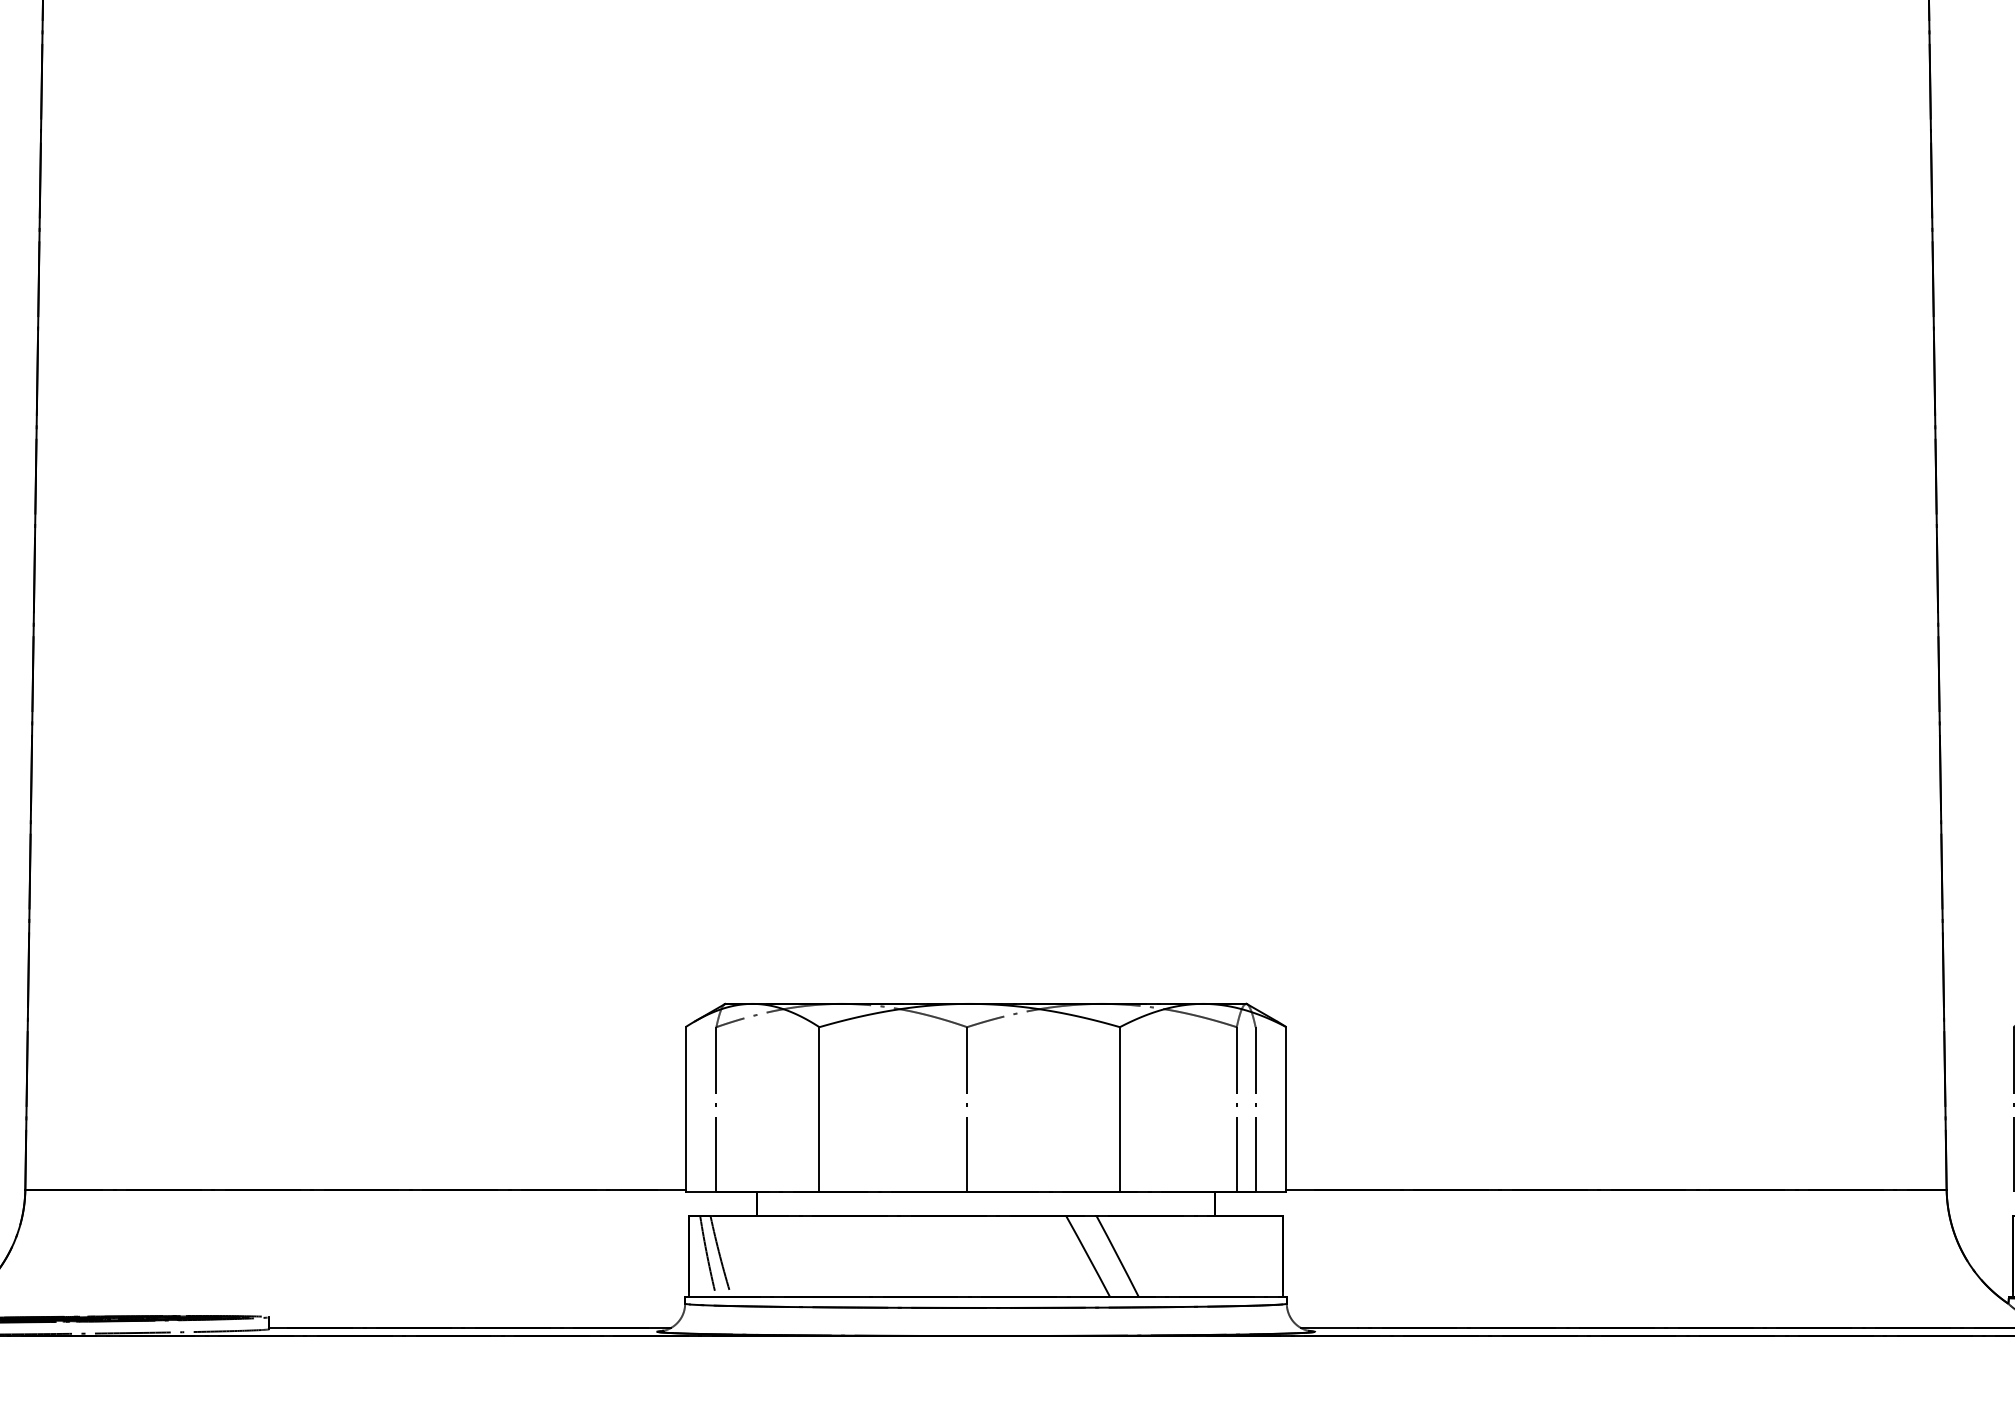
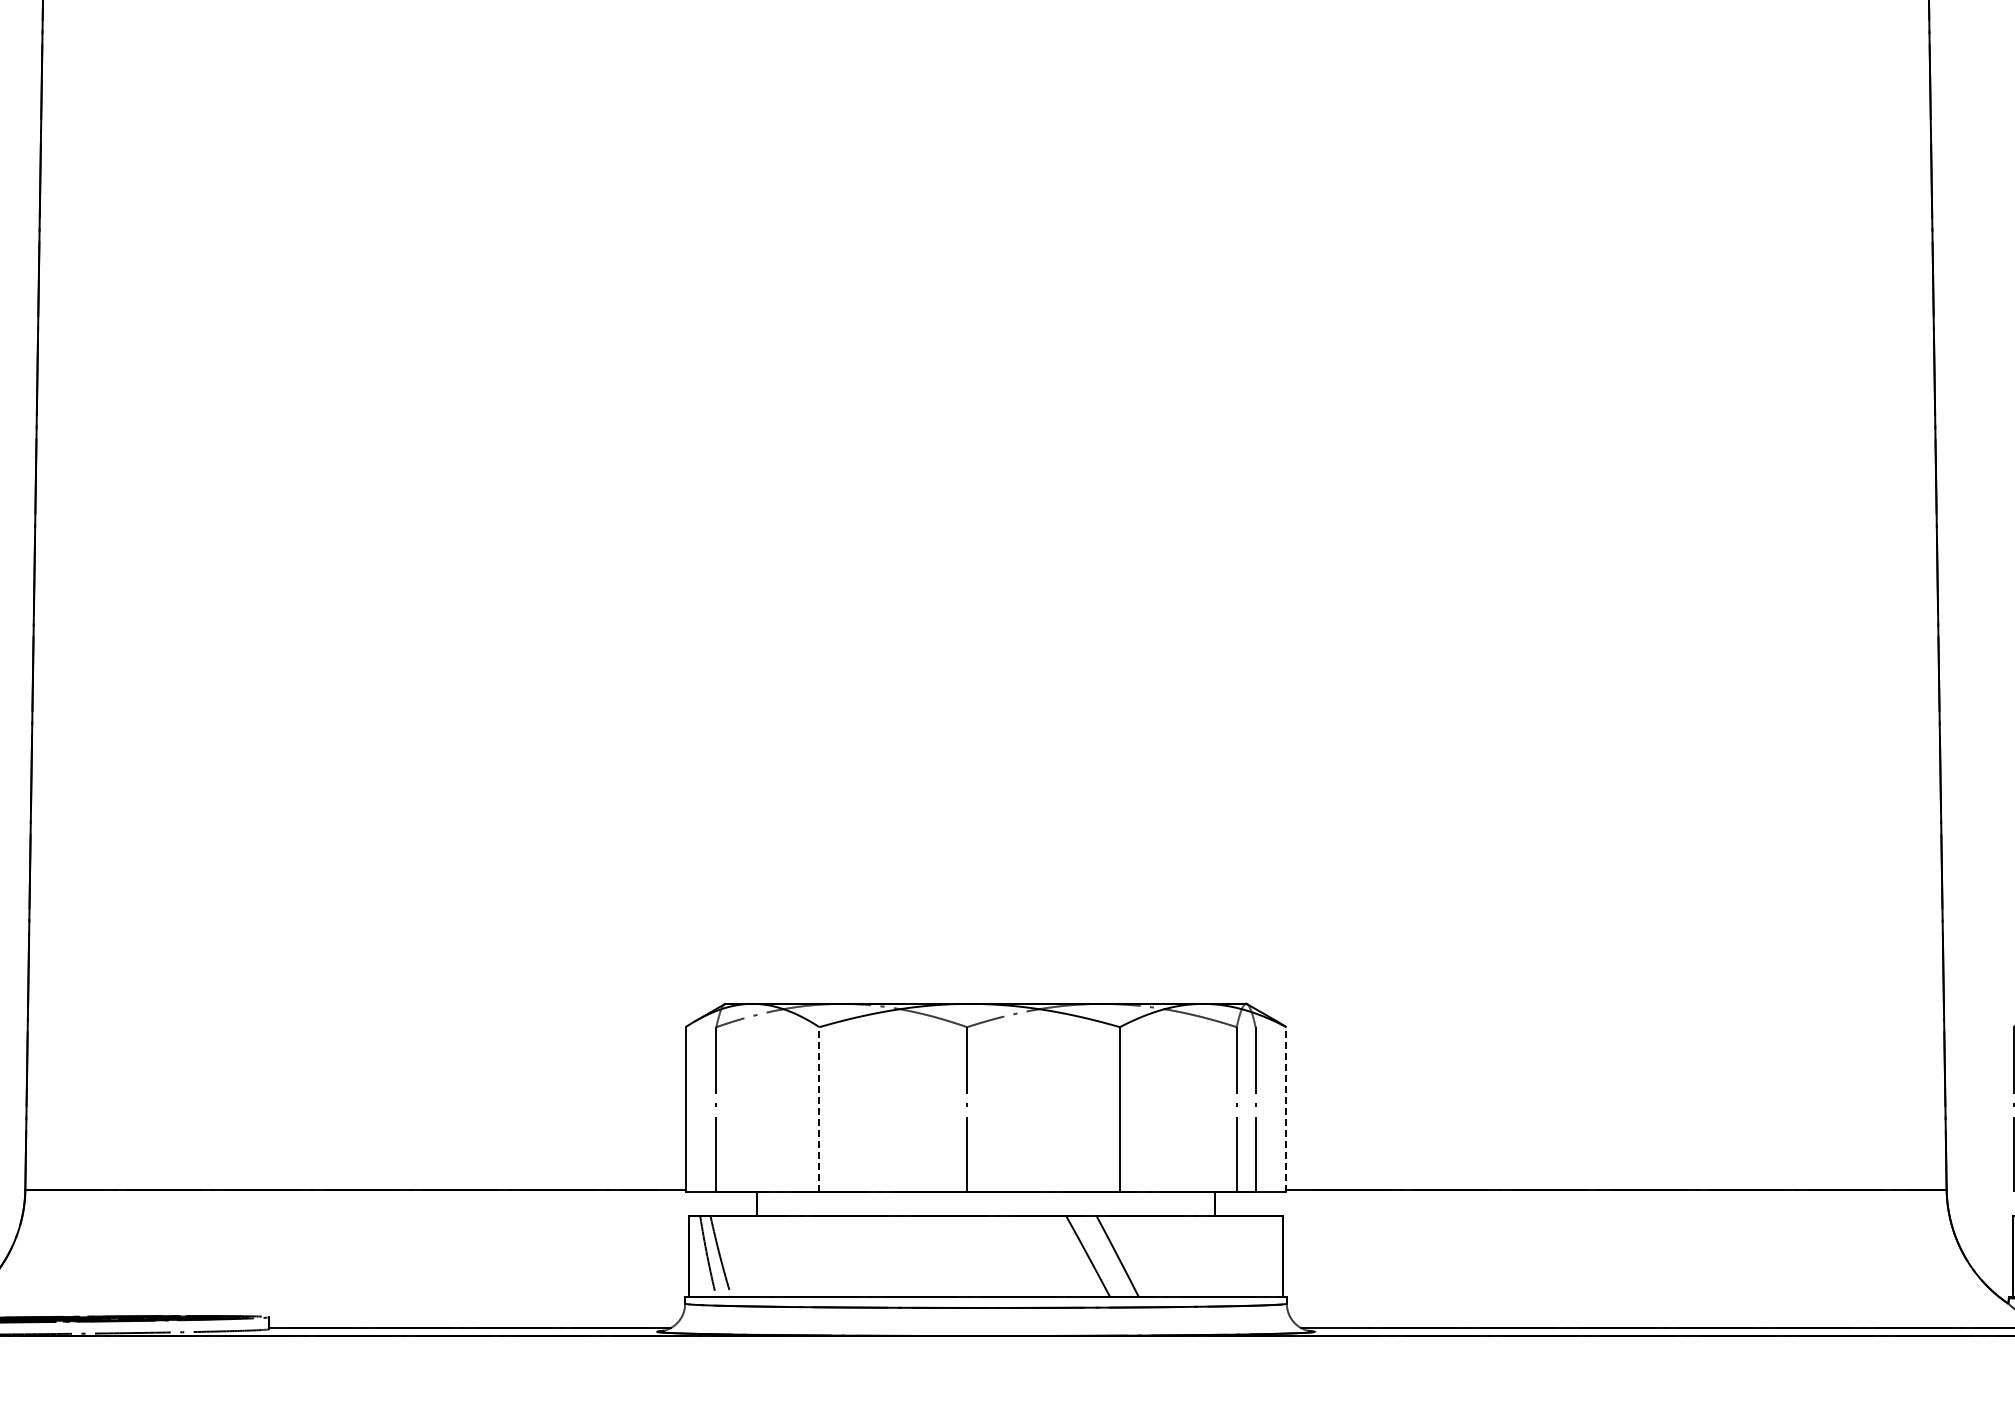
line at (819, 1109): solid -> dashed
line at (1286, 1109): solid -> dashed
